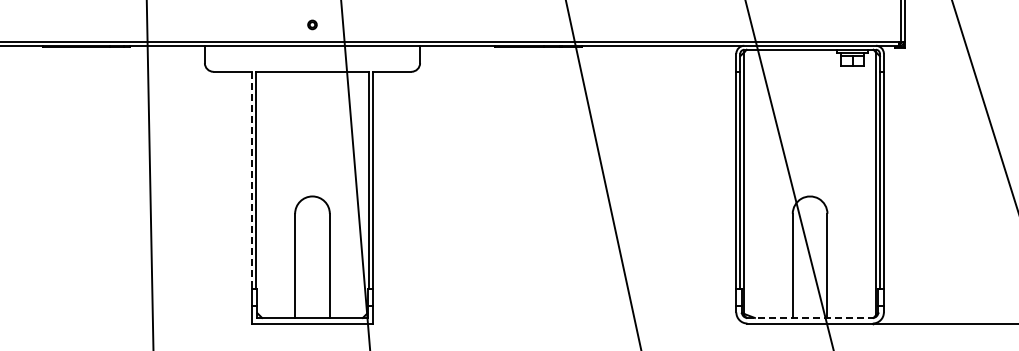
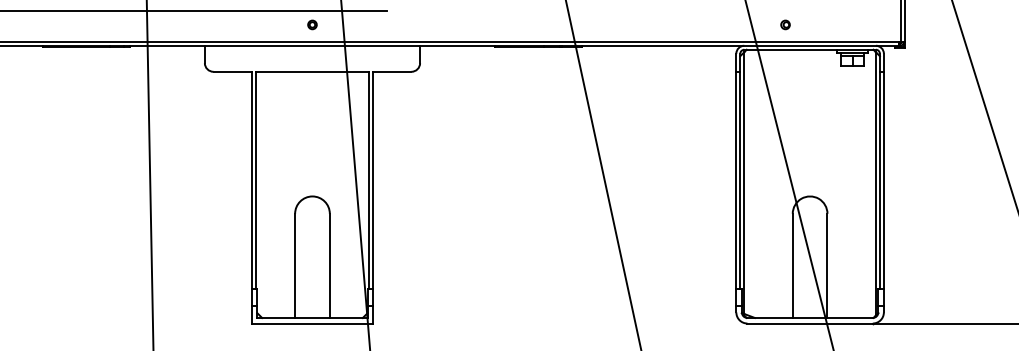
line at (194, 11): none -> present
part at (785, 24): none -> present
line at (251, 180): dashed -> solid
line at (810, 317): dashed -> solid
